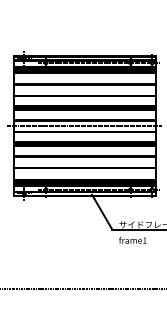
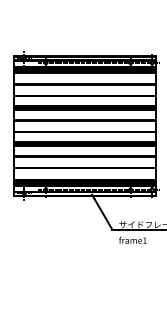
line at (84, 126): present -> none
line at (82, 289): present -> none
